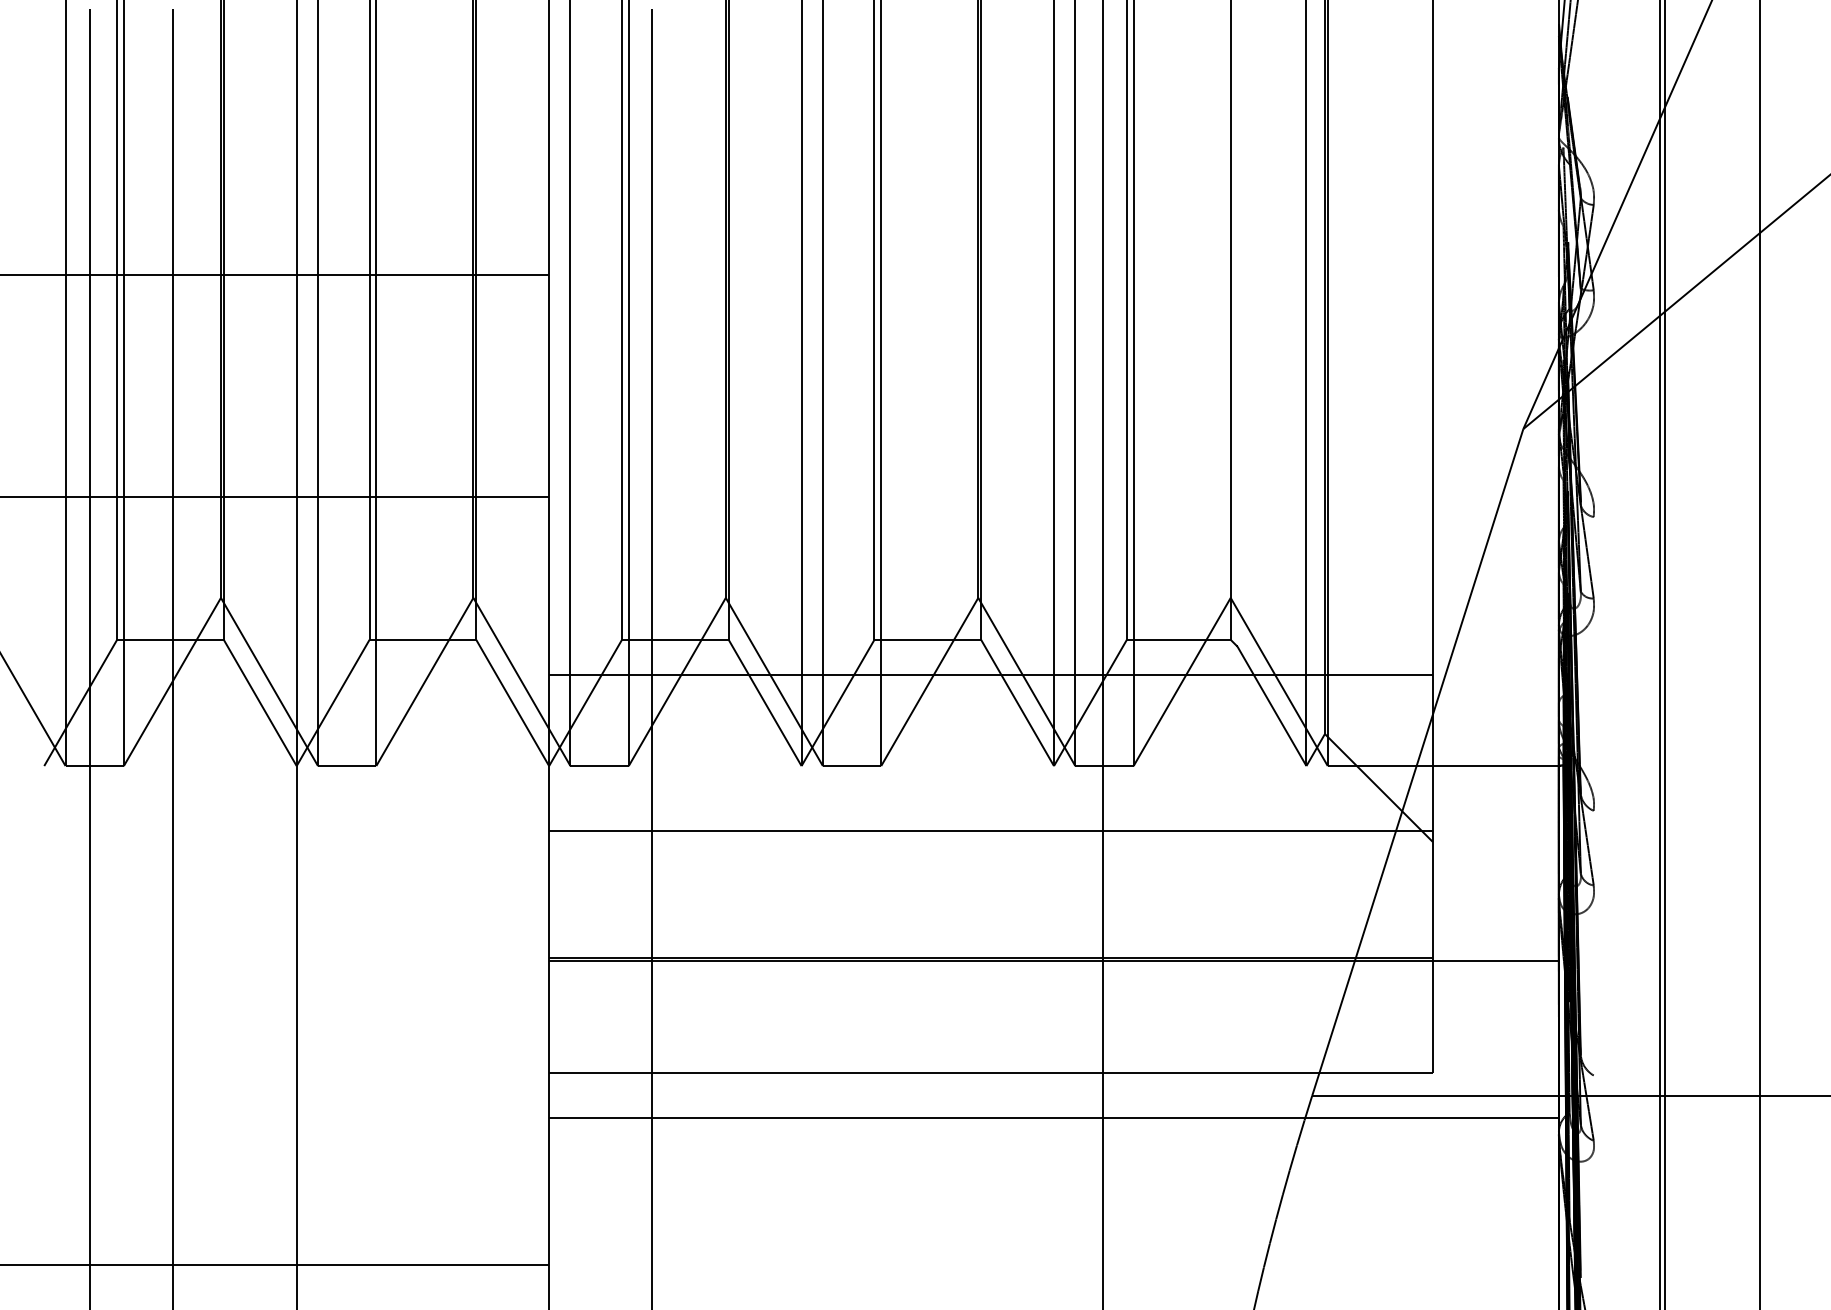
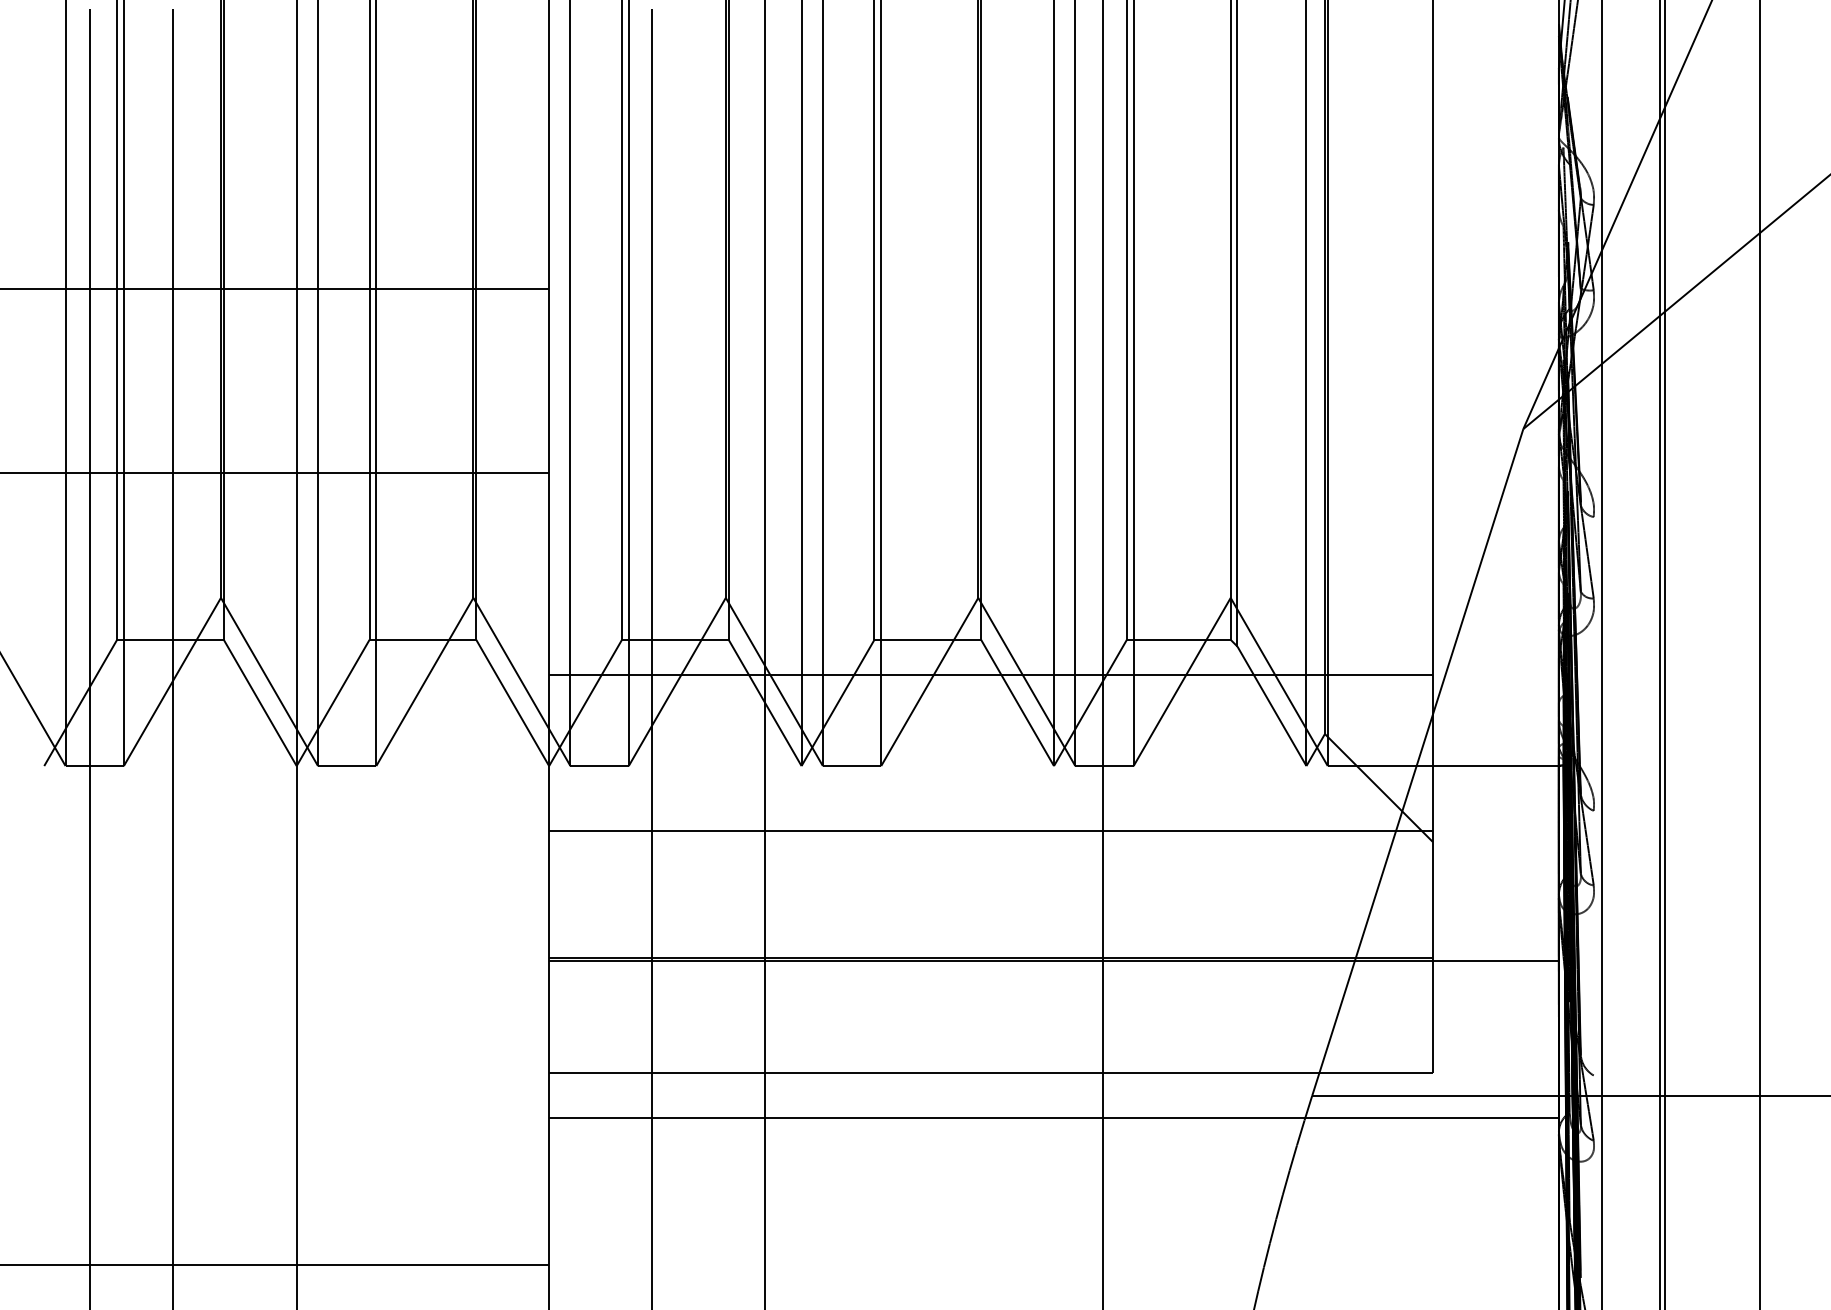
line at (275, 274) position: (275, 274) -> (275, 288)
line at (1237, 323): none -> present
line at (275, 497) position: (275, 497) -> (275, 473)
line at (765, 654): none -> present
line at (1602, 654): none -> present
